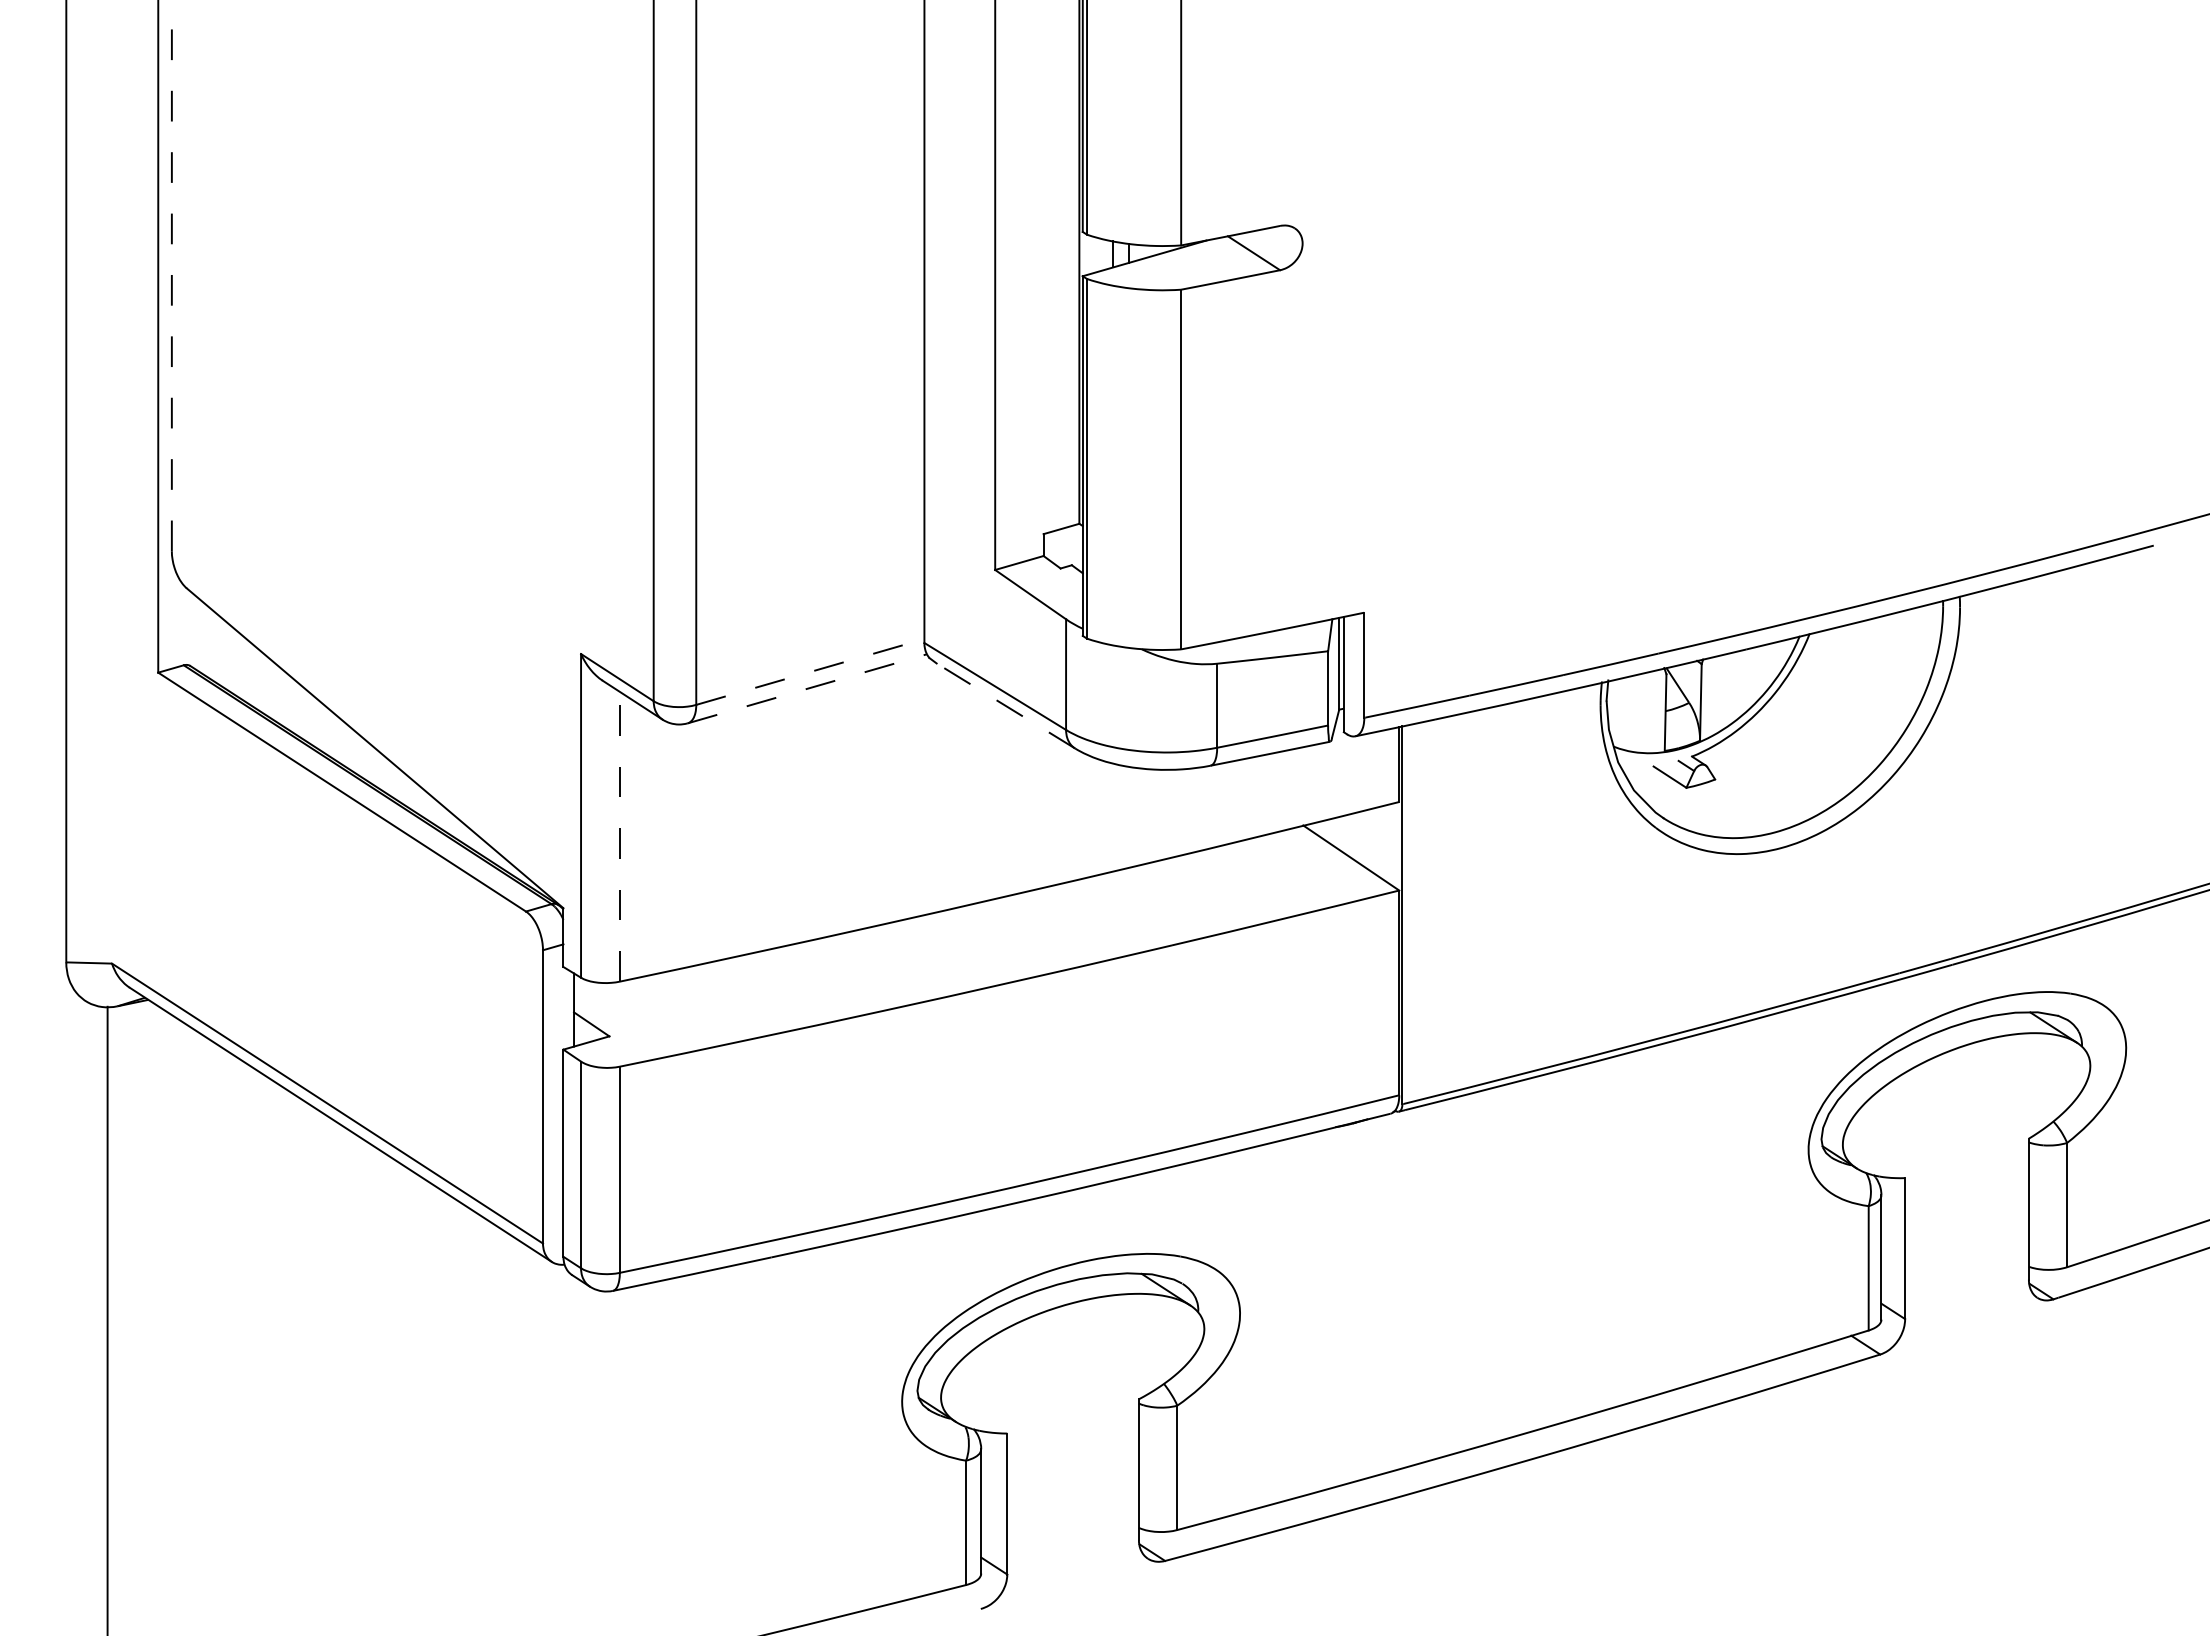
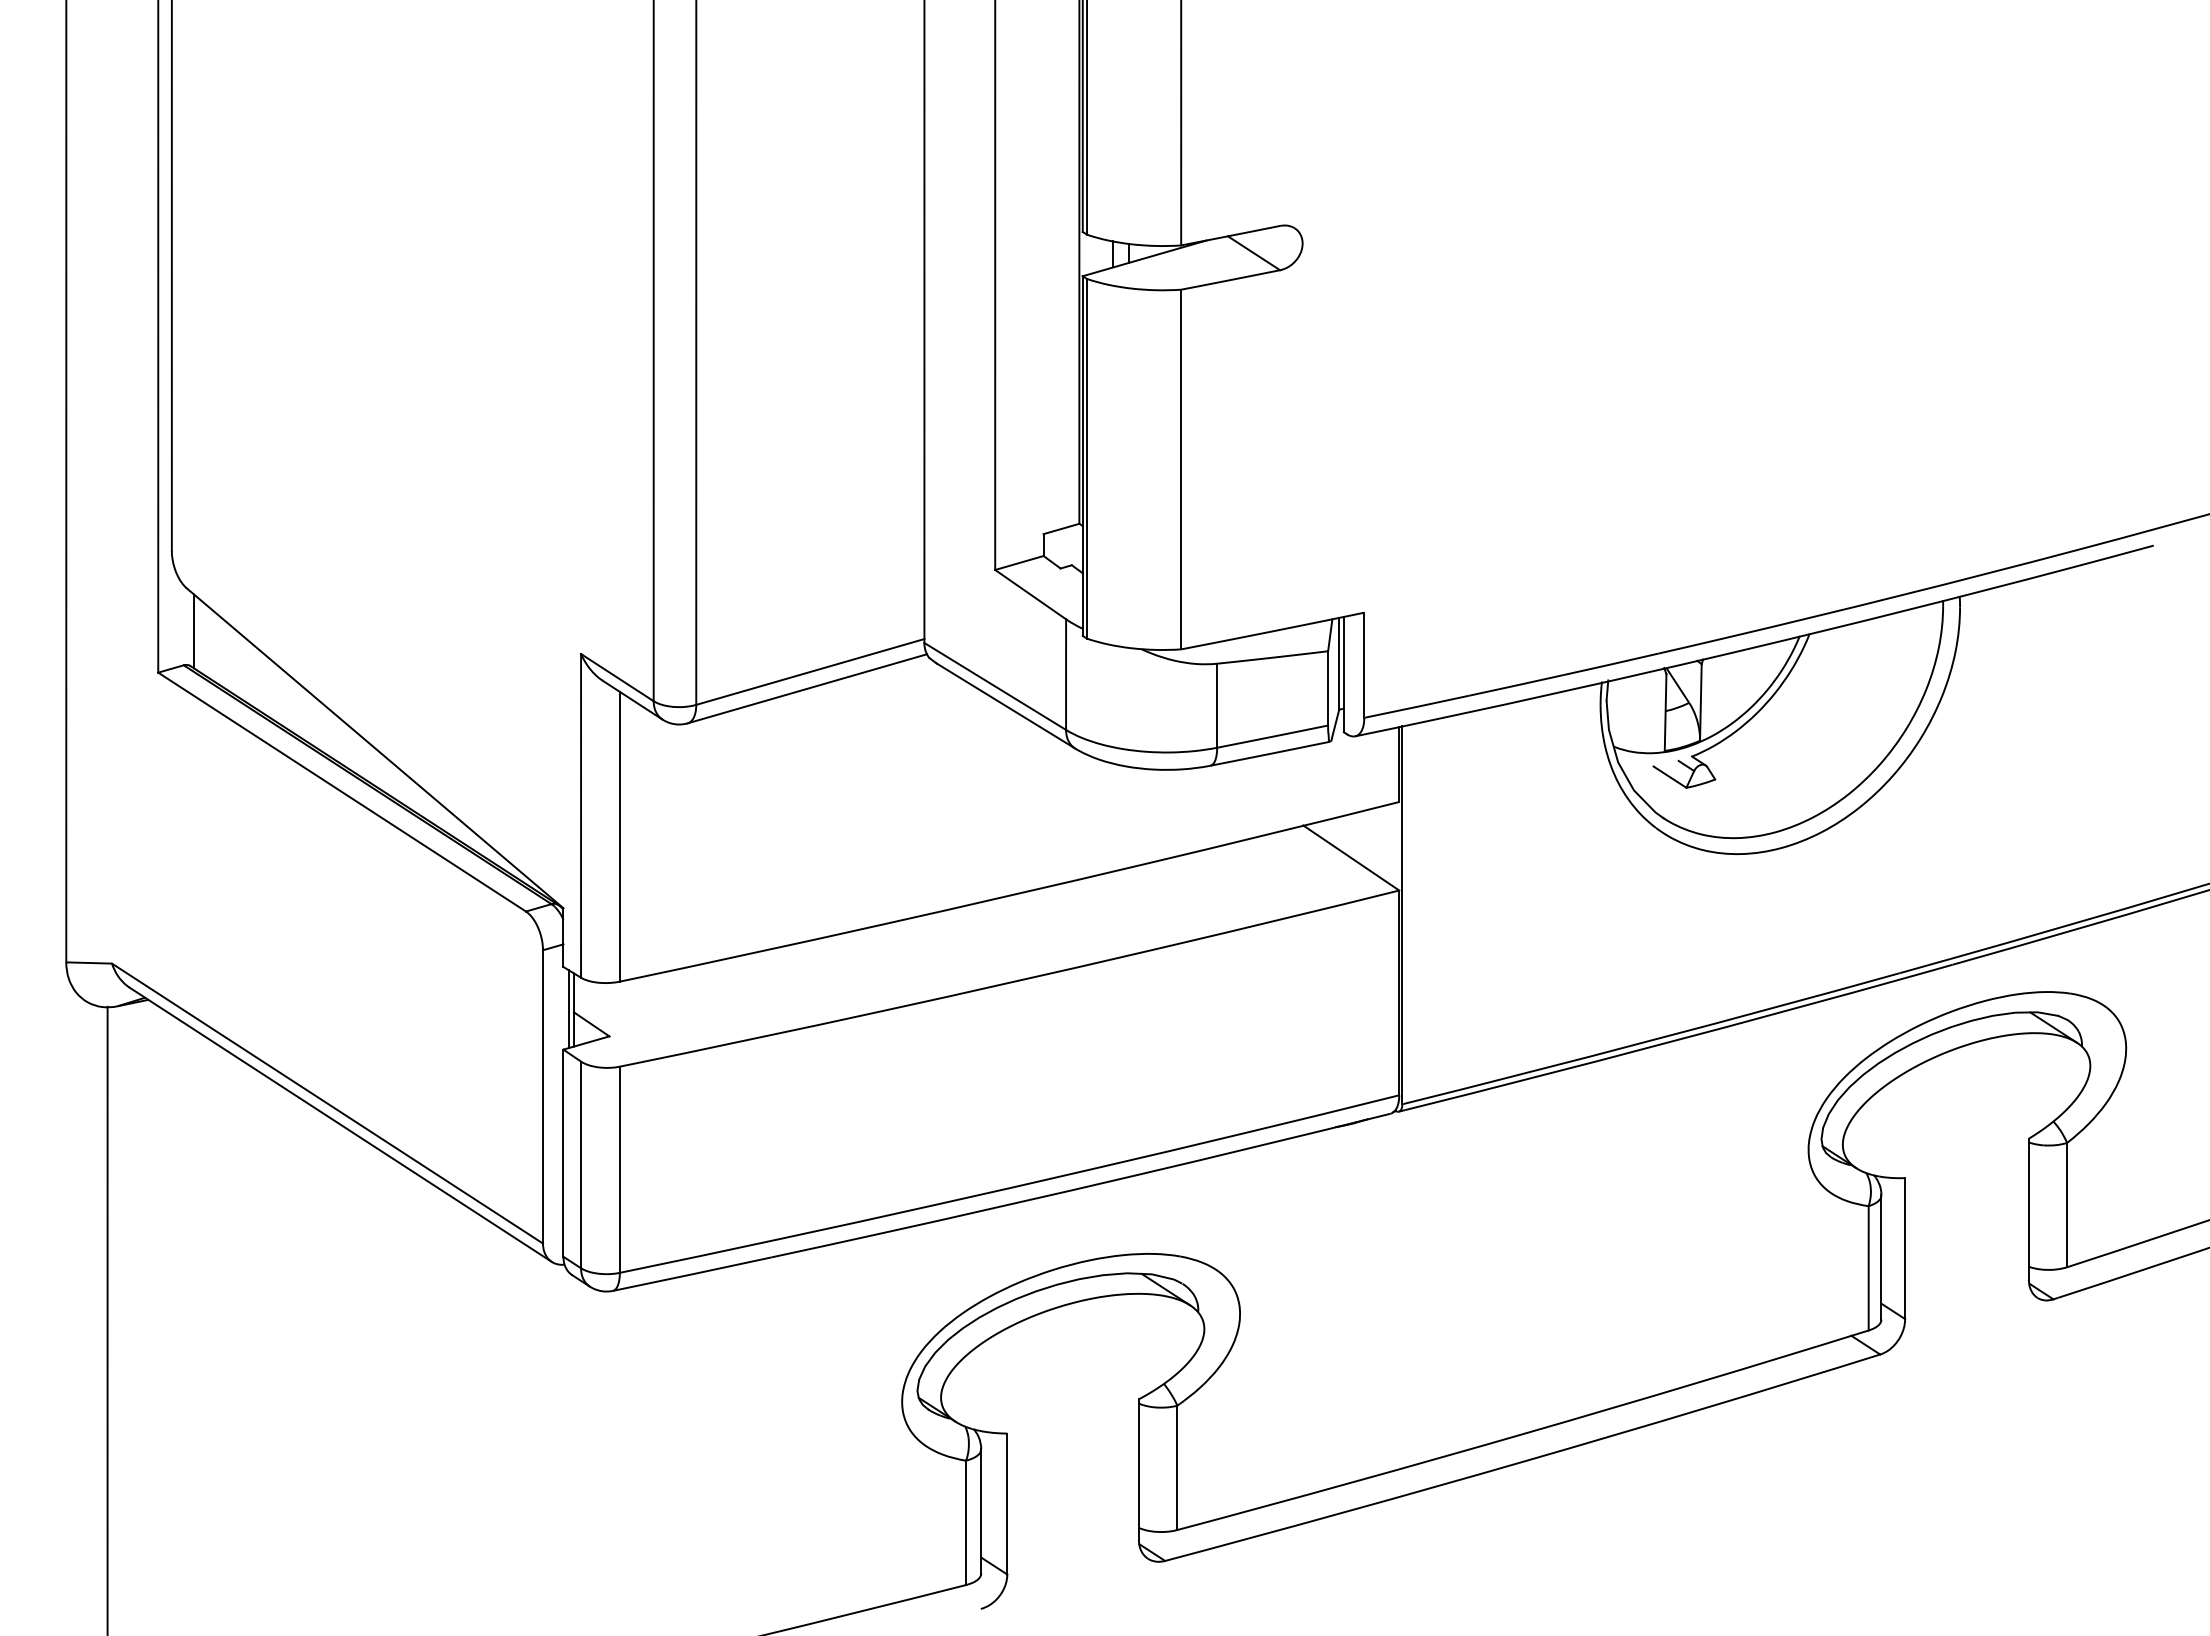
line at (171, 275): dashed -> solid
line at (193, 631): none -> present
line at (810, 671): dashed -> solid
line at (807, 688): dashed -> solid
line at (1005, 705): dashed -> solid
line at (619, 836): dashed -> solid
line at (568, 1009): none -> present
